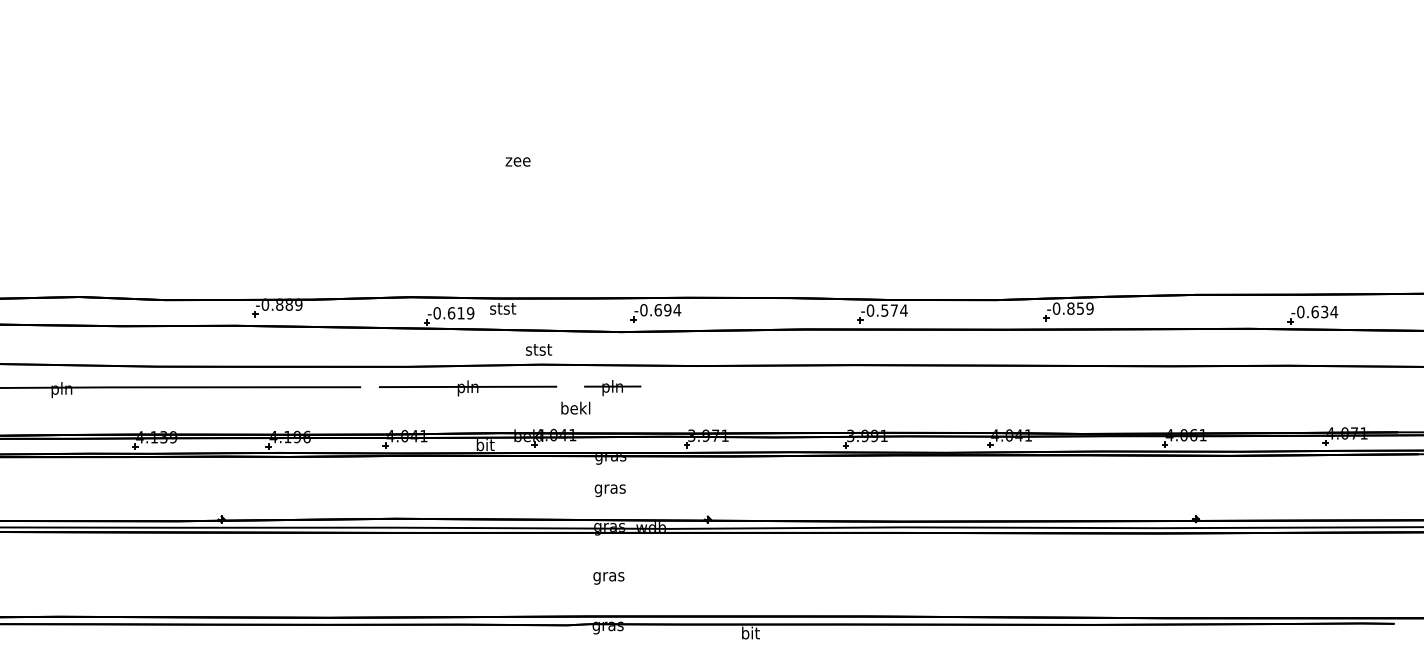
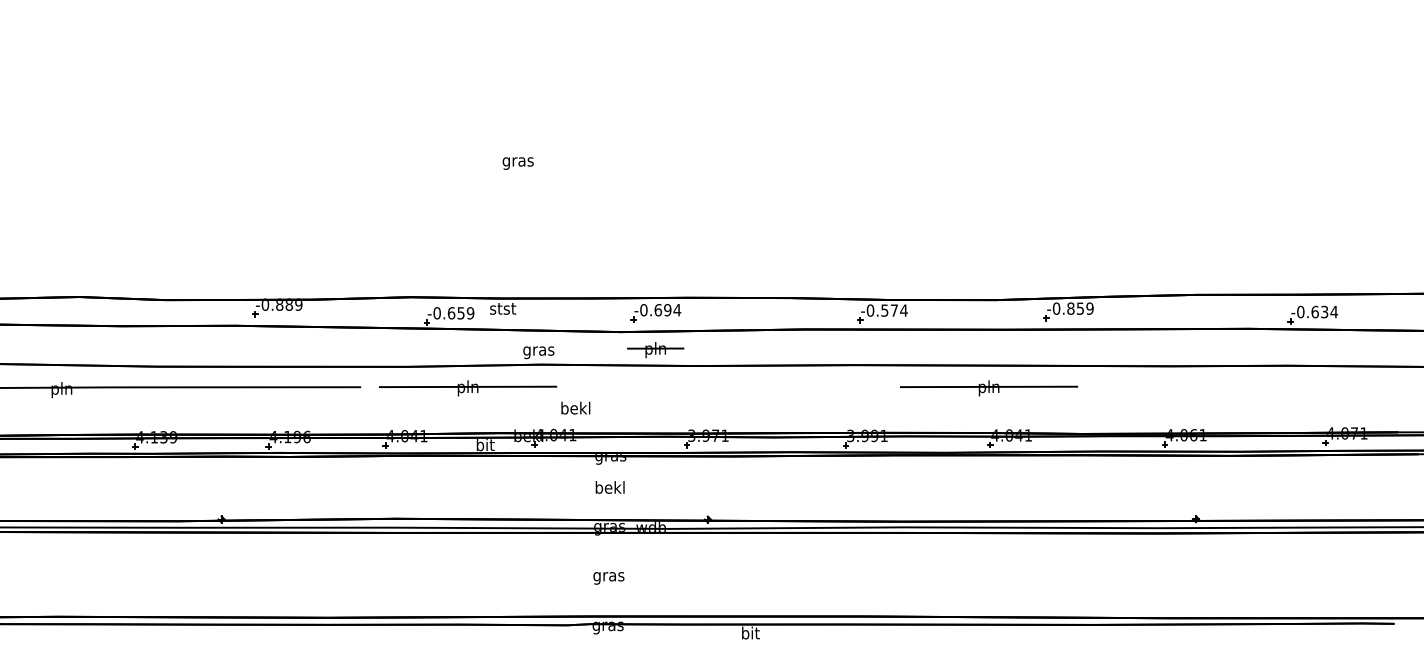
text at (517, 163): zee -> gras
text at (460, 313): -0.619 -> -0.659
text at (538, 351): stst -> gras
part at (612, 388) position: (612, 388) -> (655, 350)
part at (989, 388): none -> present
text at (609, 489): gras -> bekl
